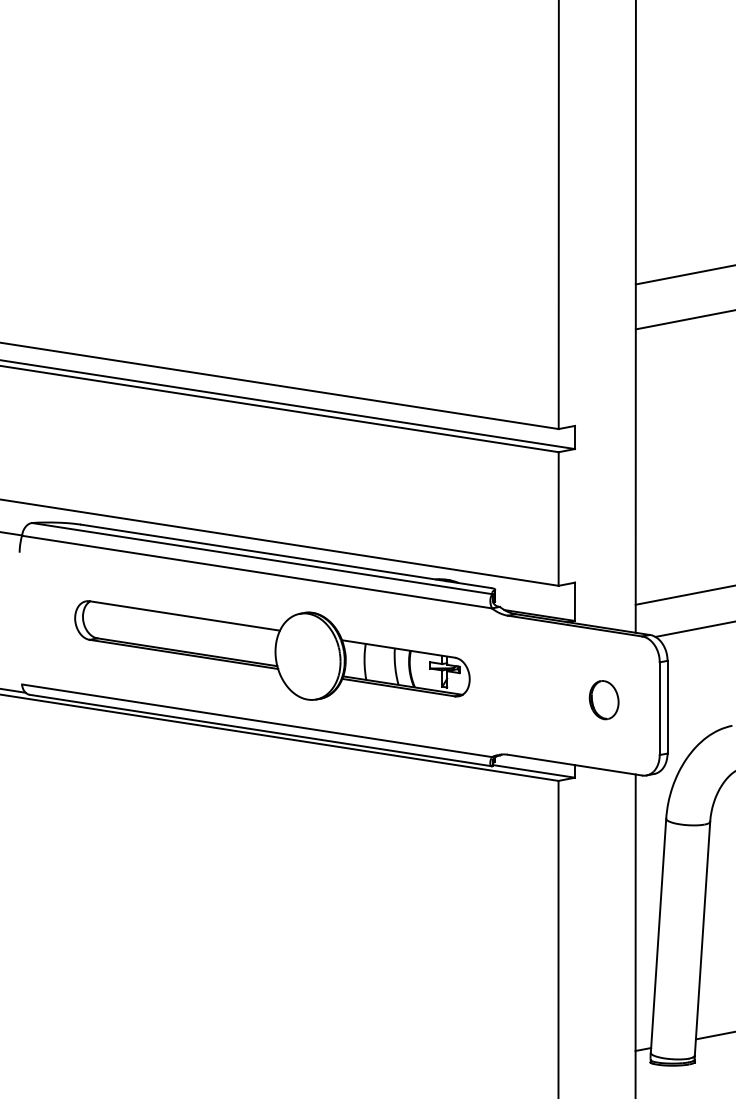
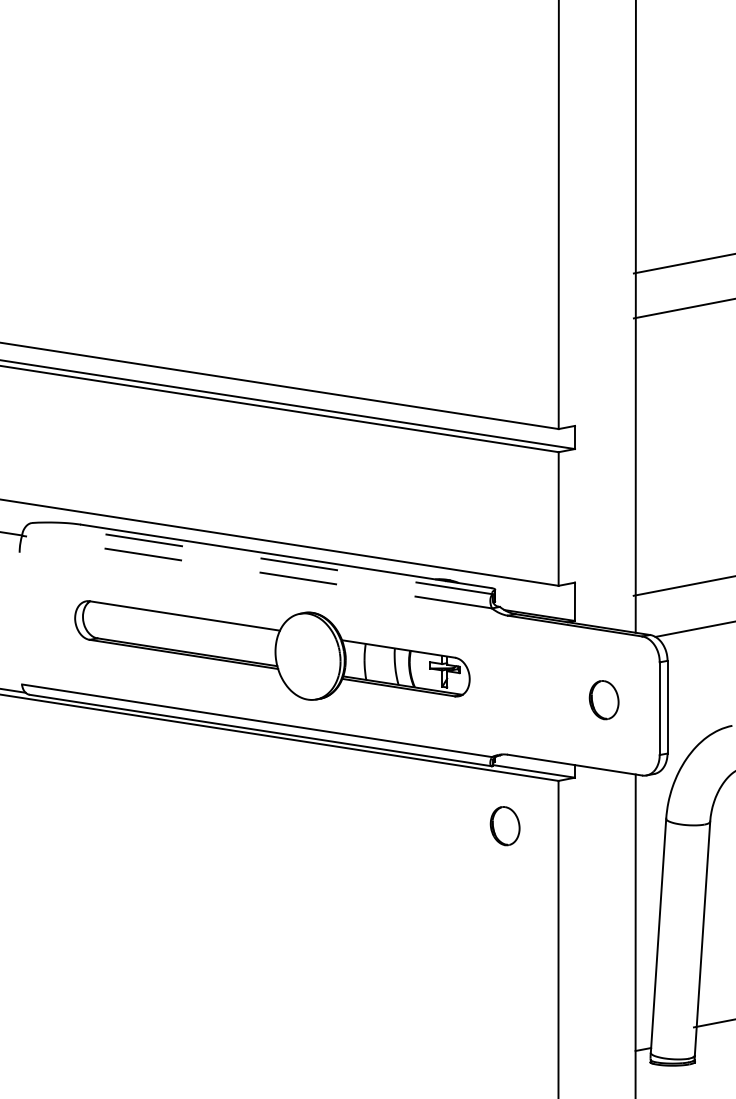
line at (683, 274) position: (683, 274) -> (682, 263)
line at (683, 319) position: (683, 319) -> (682, 308)
line at (261, 558): solid -> dashed
line at (257, 572): solid -> dashed
line at (683, 595) position: (683, 595) -> (682, 585)
part at (504, 826): none -> present
line at (713, 1035) position: (713, 1035) -> (712, 1023)
